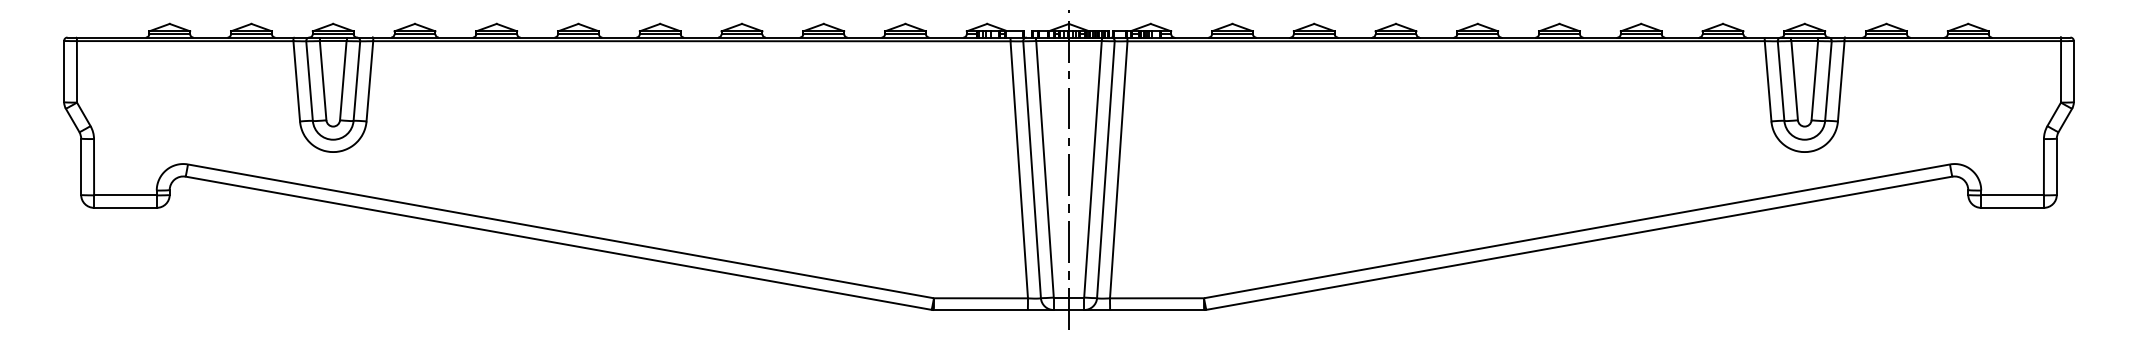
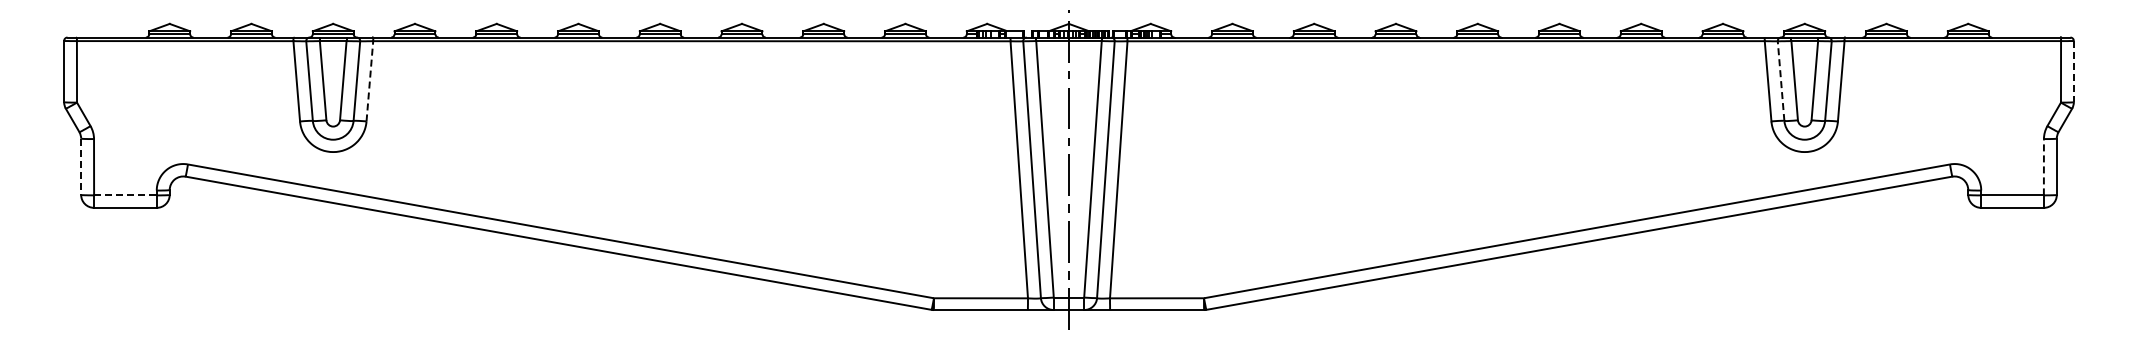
line at (2073, 71): solid -> dashed
line at (369, 80): solid -> dashed
line at (1781, 80): solid -> dashed
line at (2043, 166): solid -> dashed
line at (81, 167): solid -> dashed
line at (125, 195): solid -> dashed
